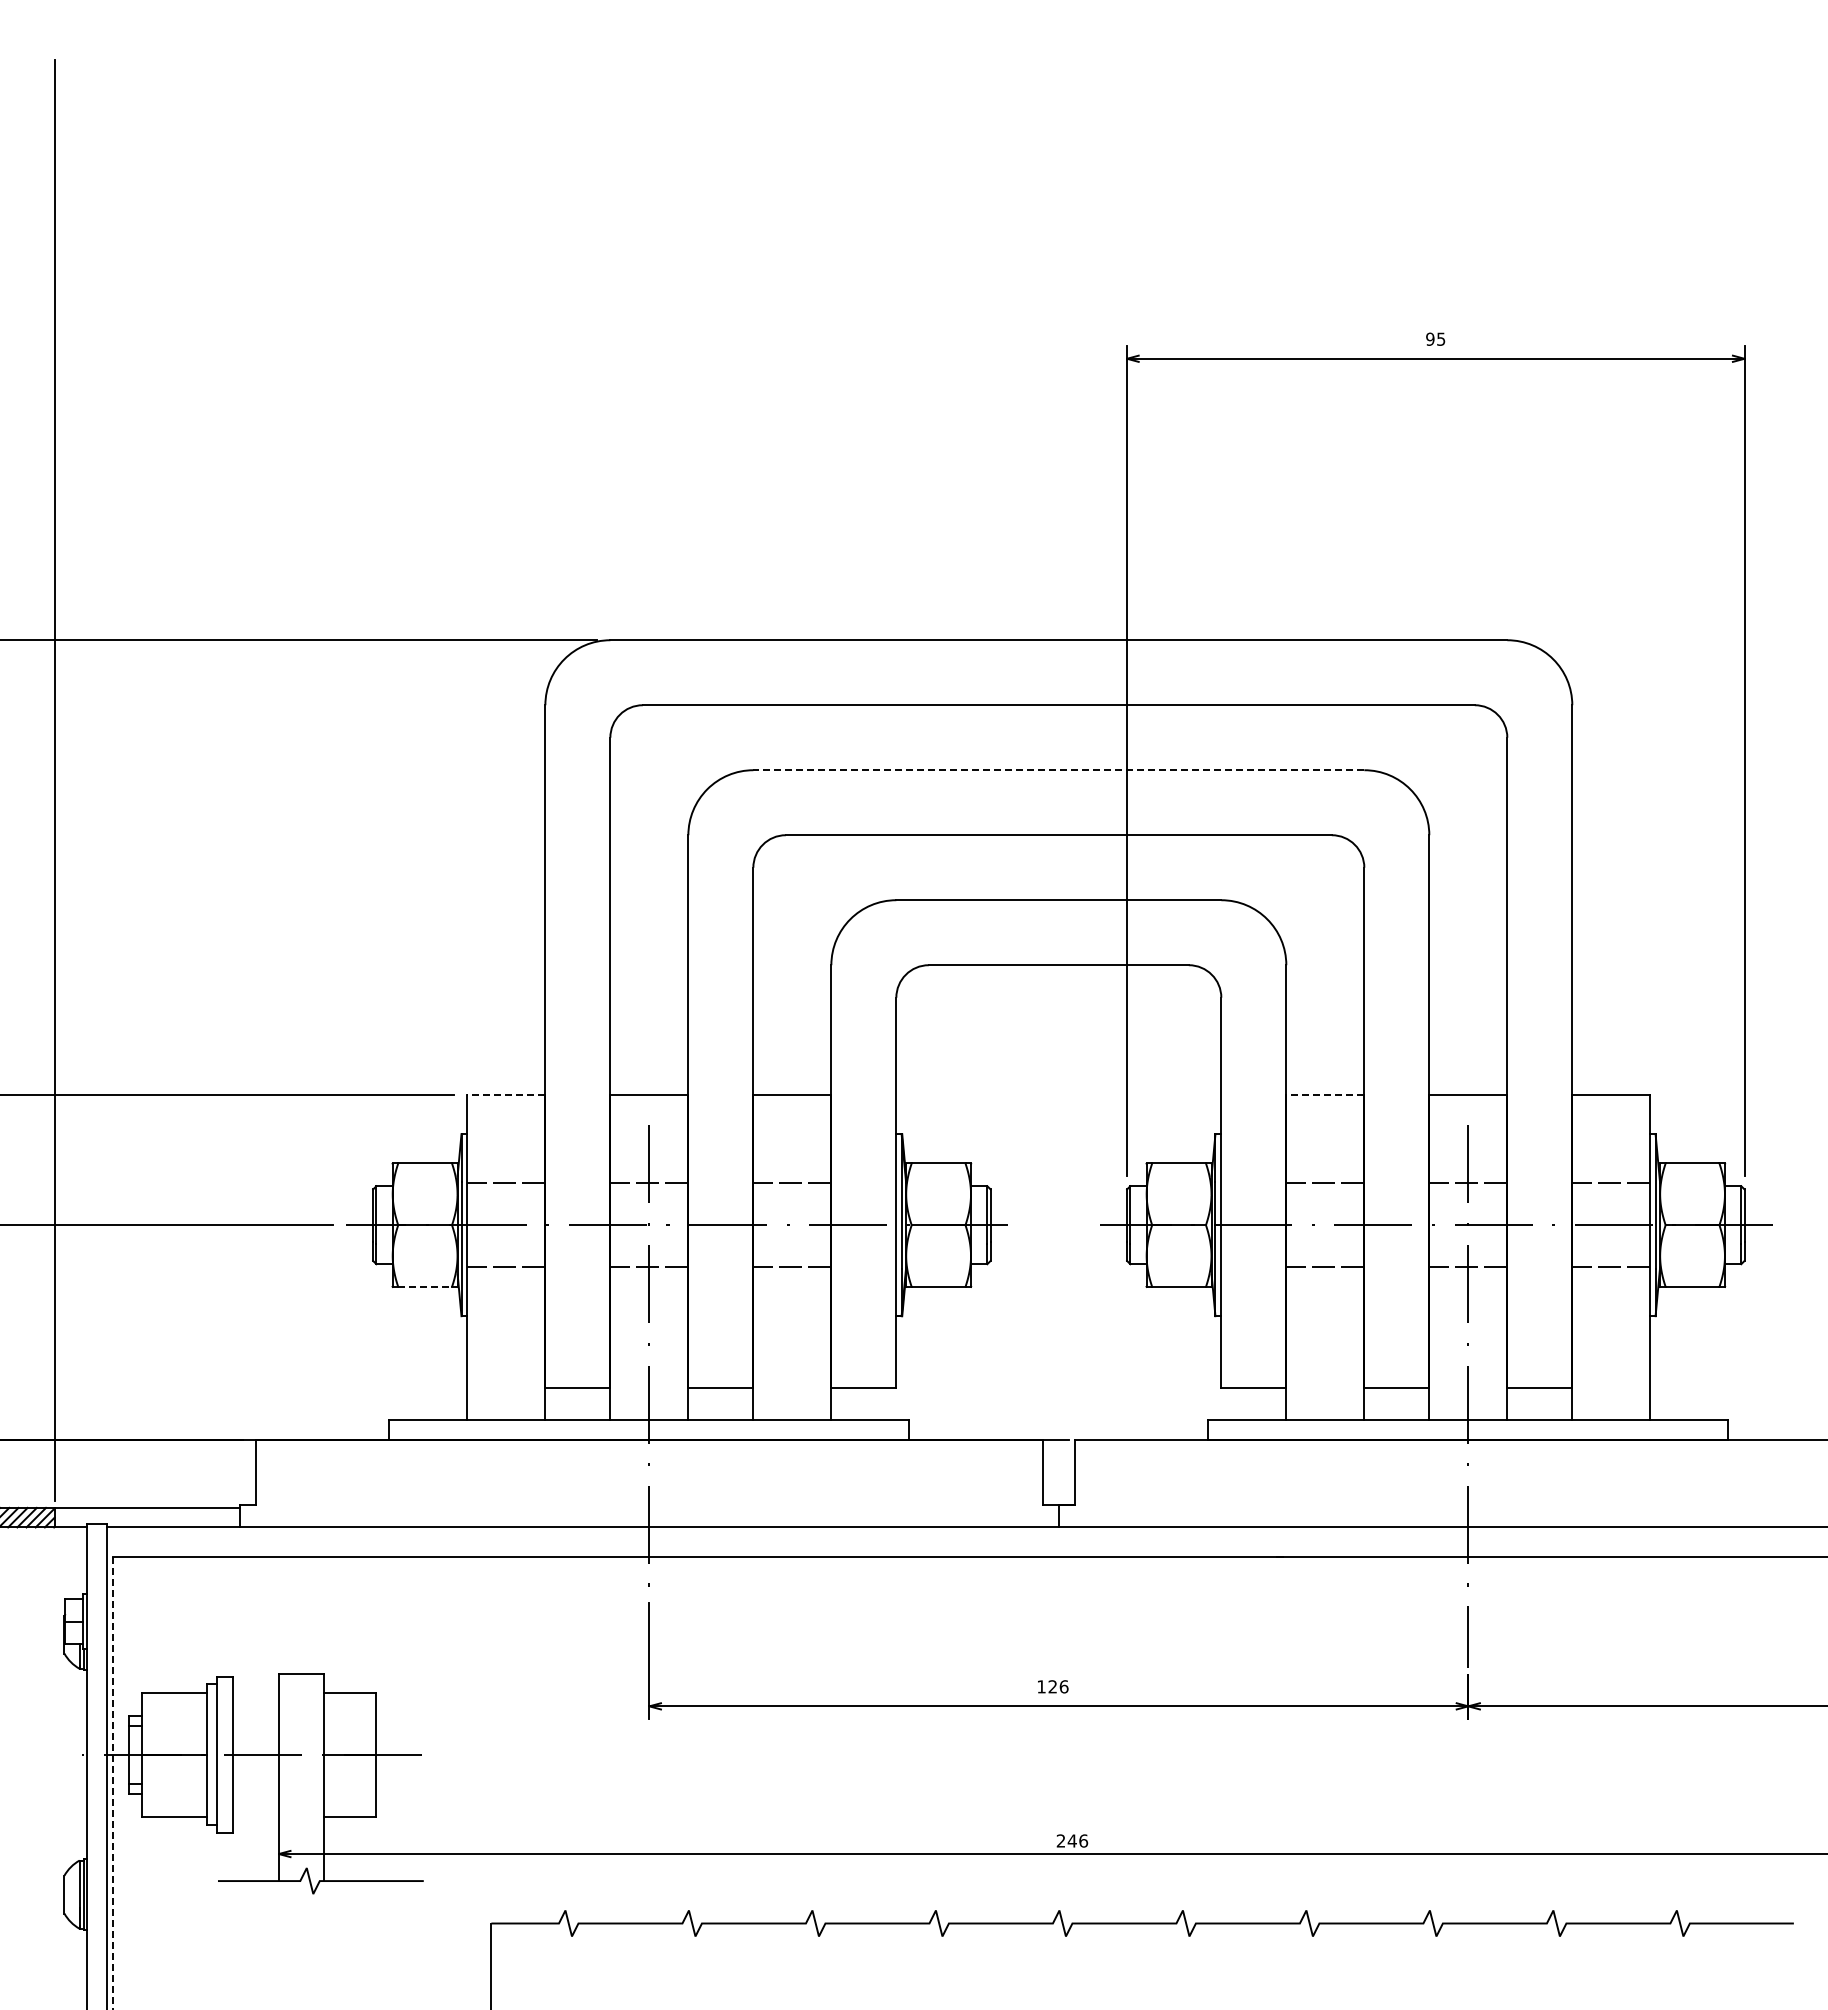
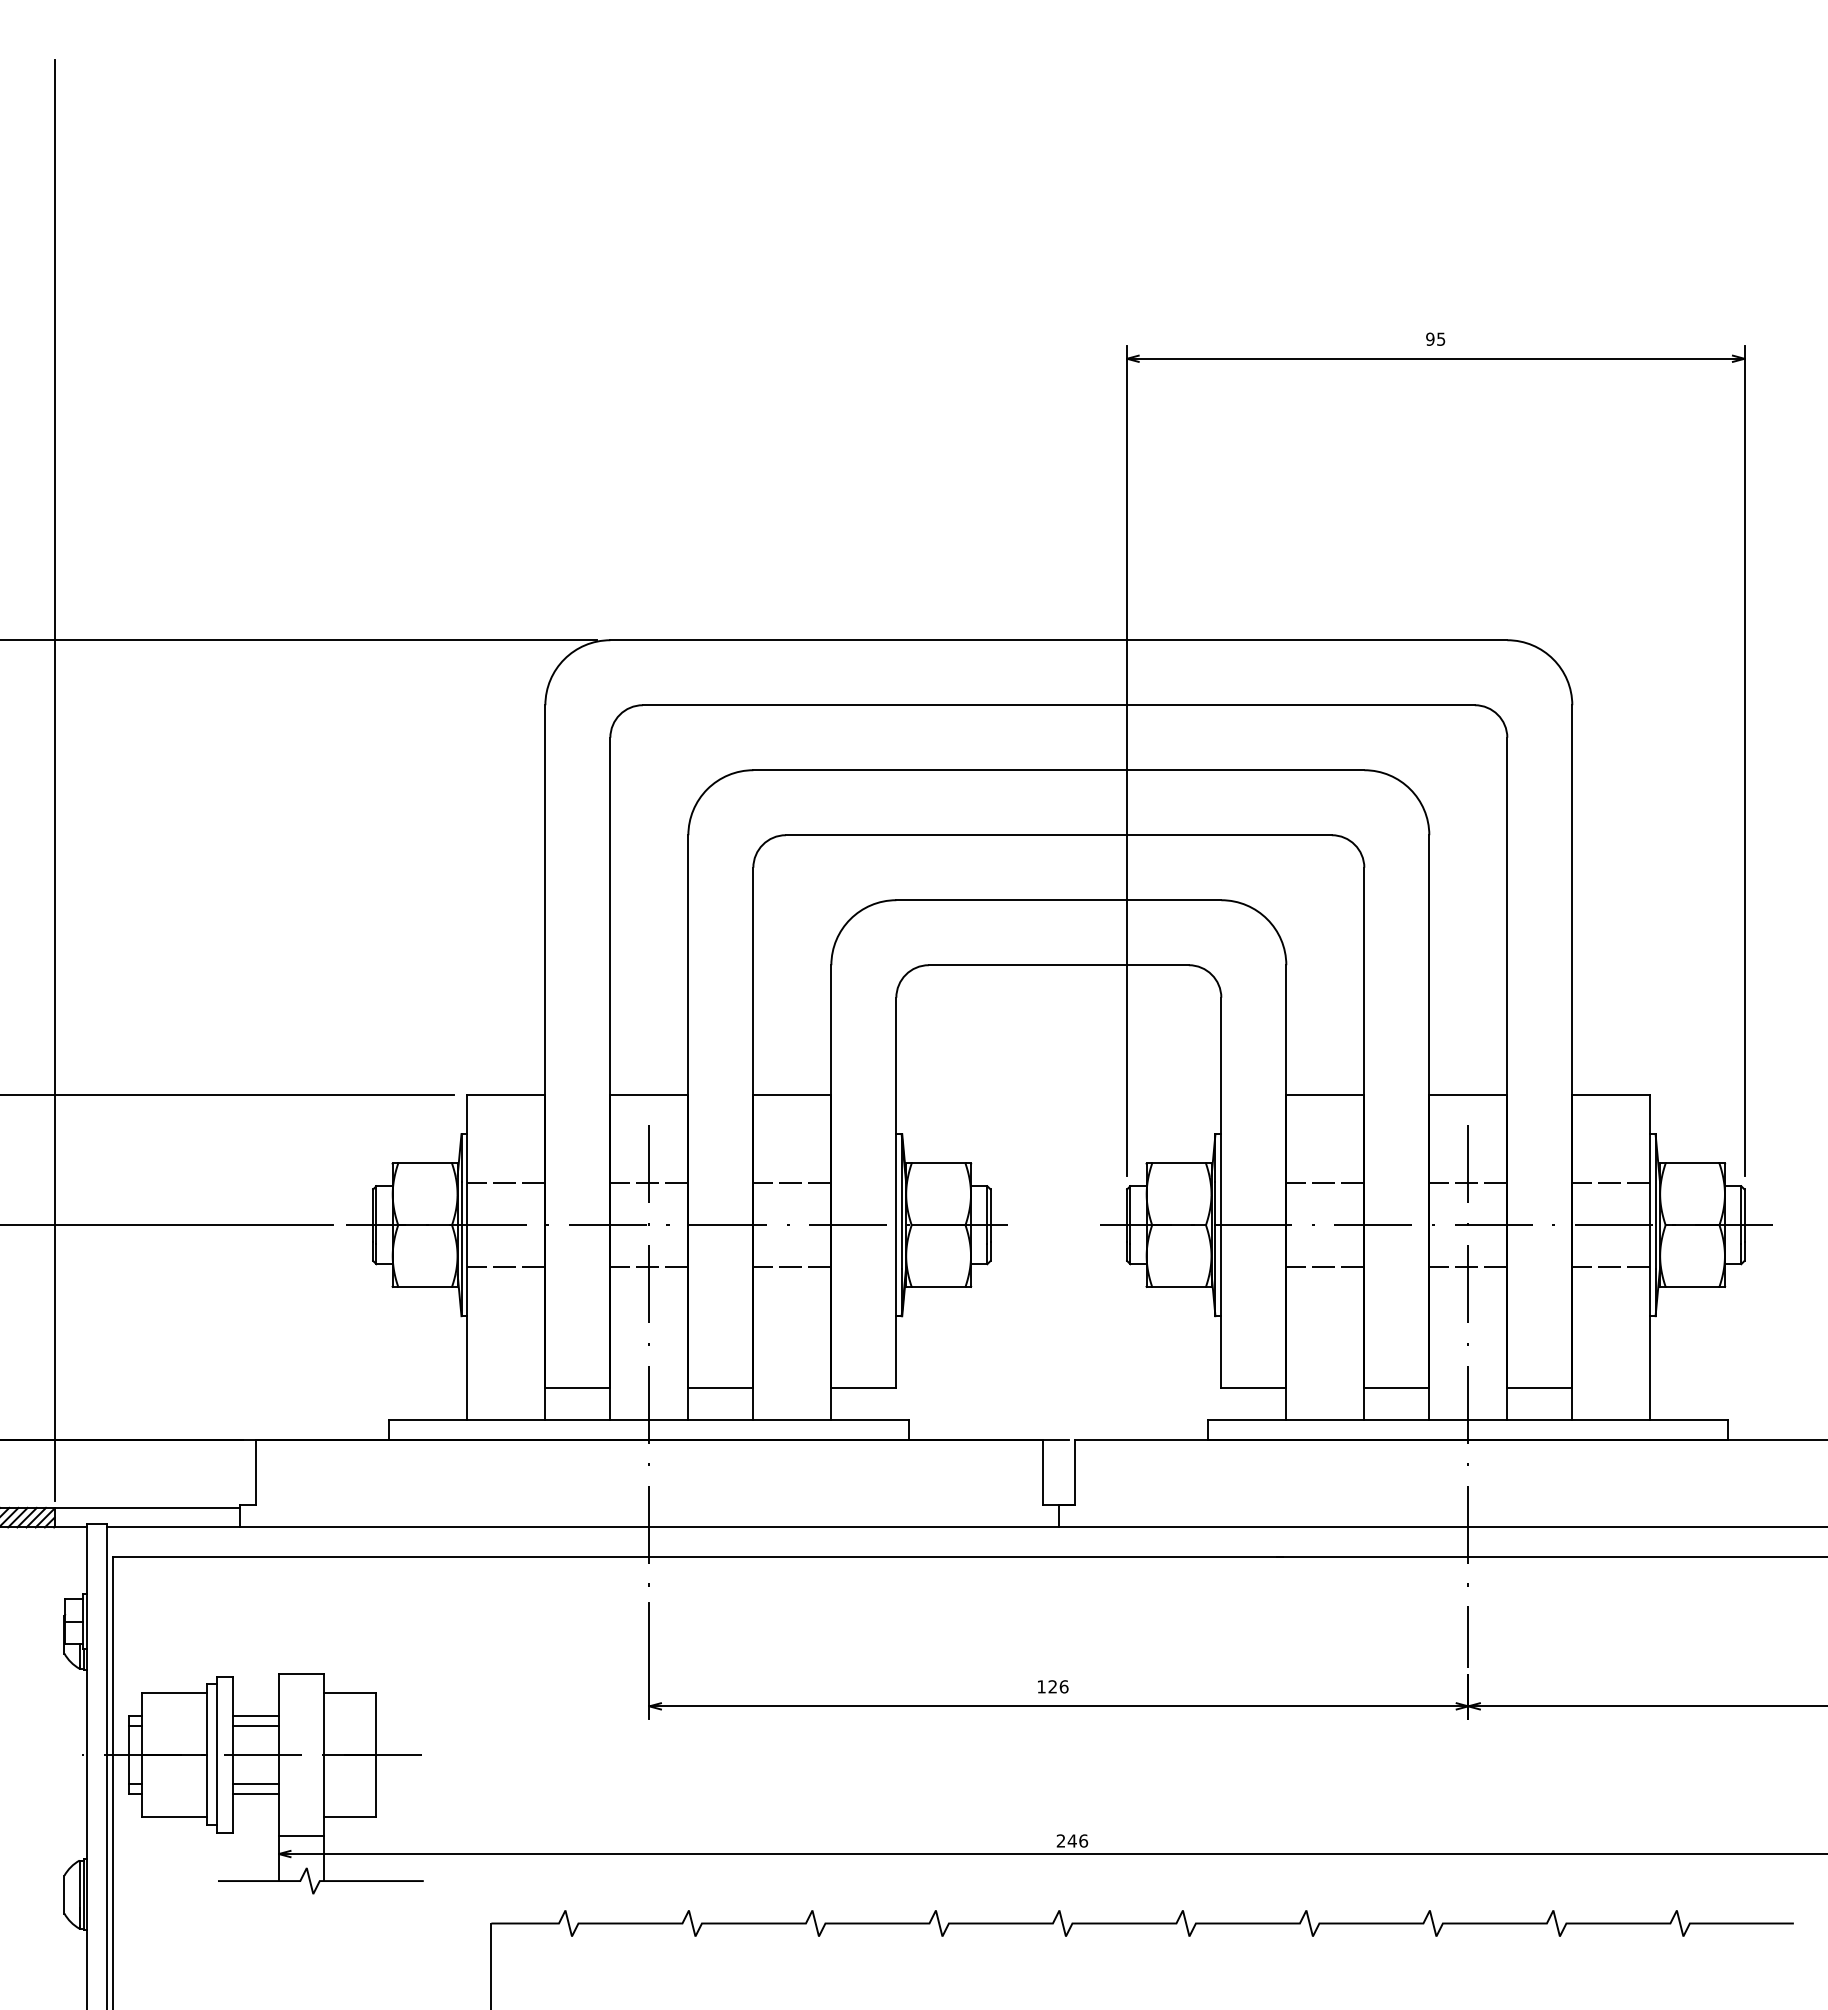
line at (1058, 770): dashed -> solid
line at (506, 1095): dashed -> solid
line at (1325, 1095): dashed -> solid
line at (425, 1286): dashed -> solid
line at (255, 1715): none -> present
line at (255, 1725): none -> present
line at (113, 1783): dashed -> solid
line at (255, 1784): none -> present
line at (255, 1793): none -> present
line at (301, 1836): none -> present
